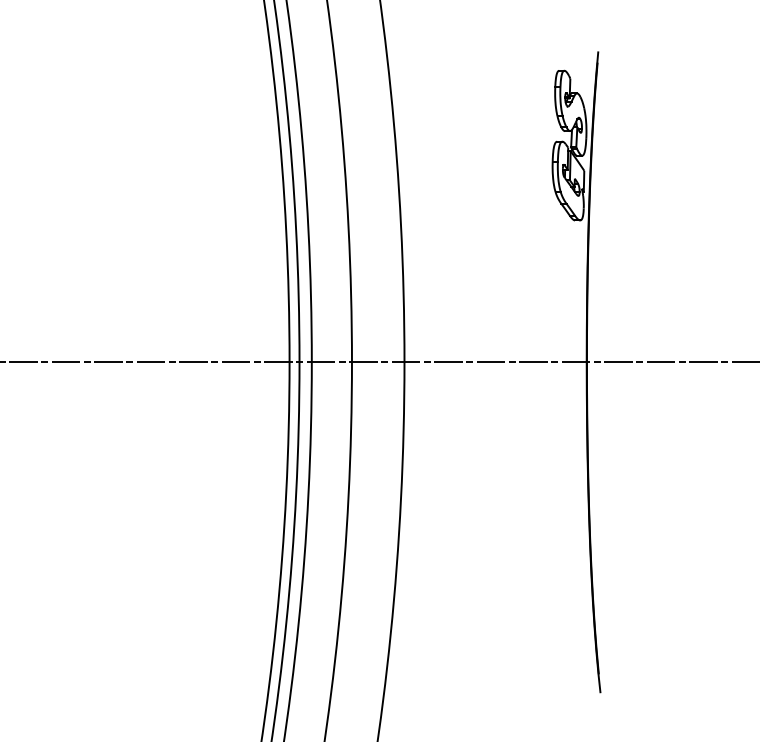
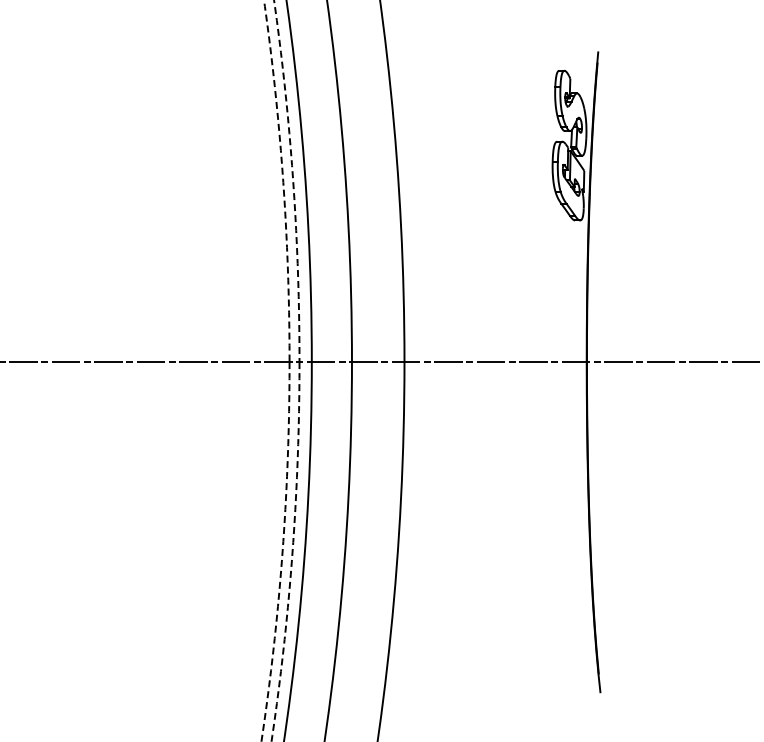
circle at (275, 370): solid -> dashed
circle at (285, 370): solid -> dashed
